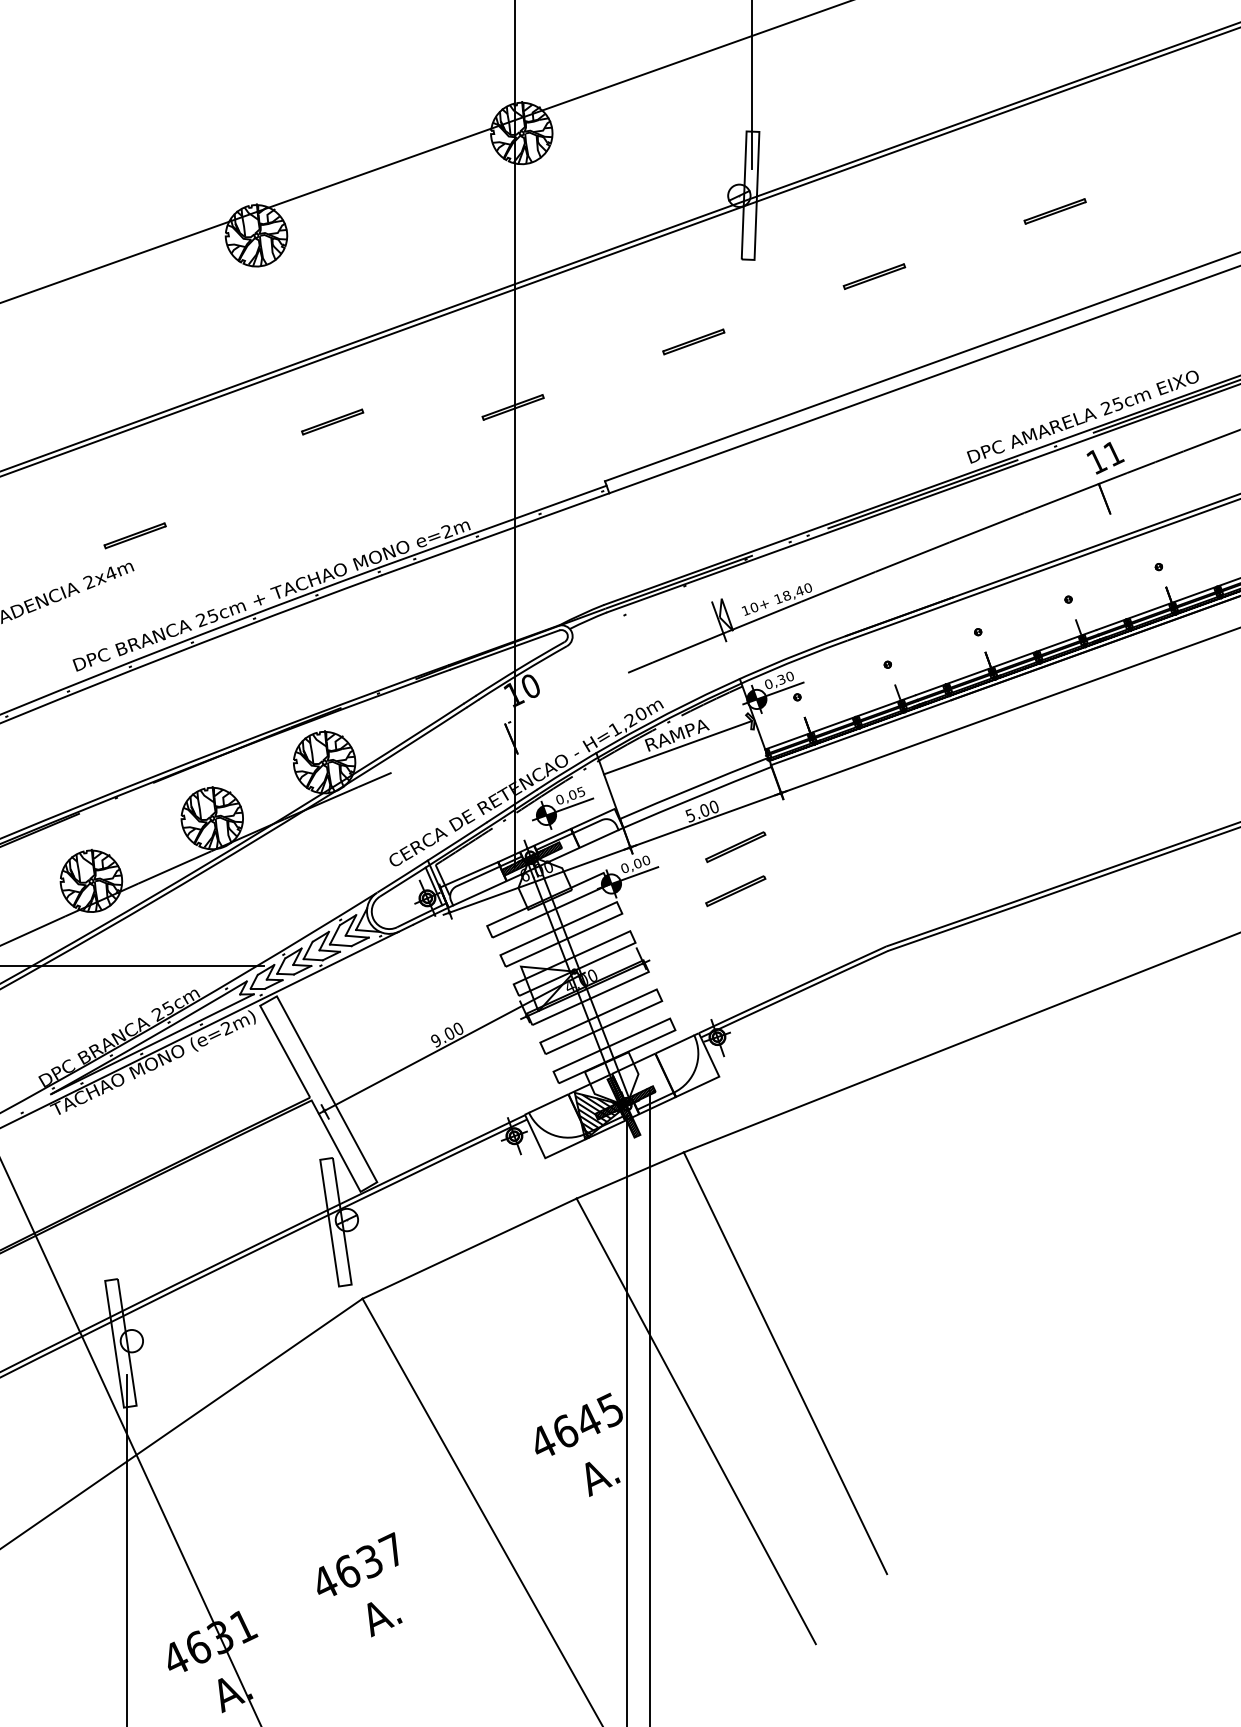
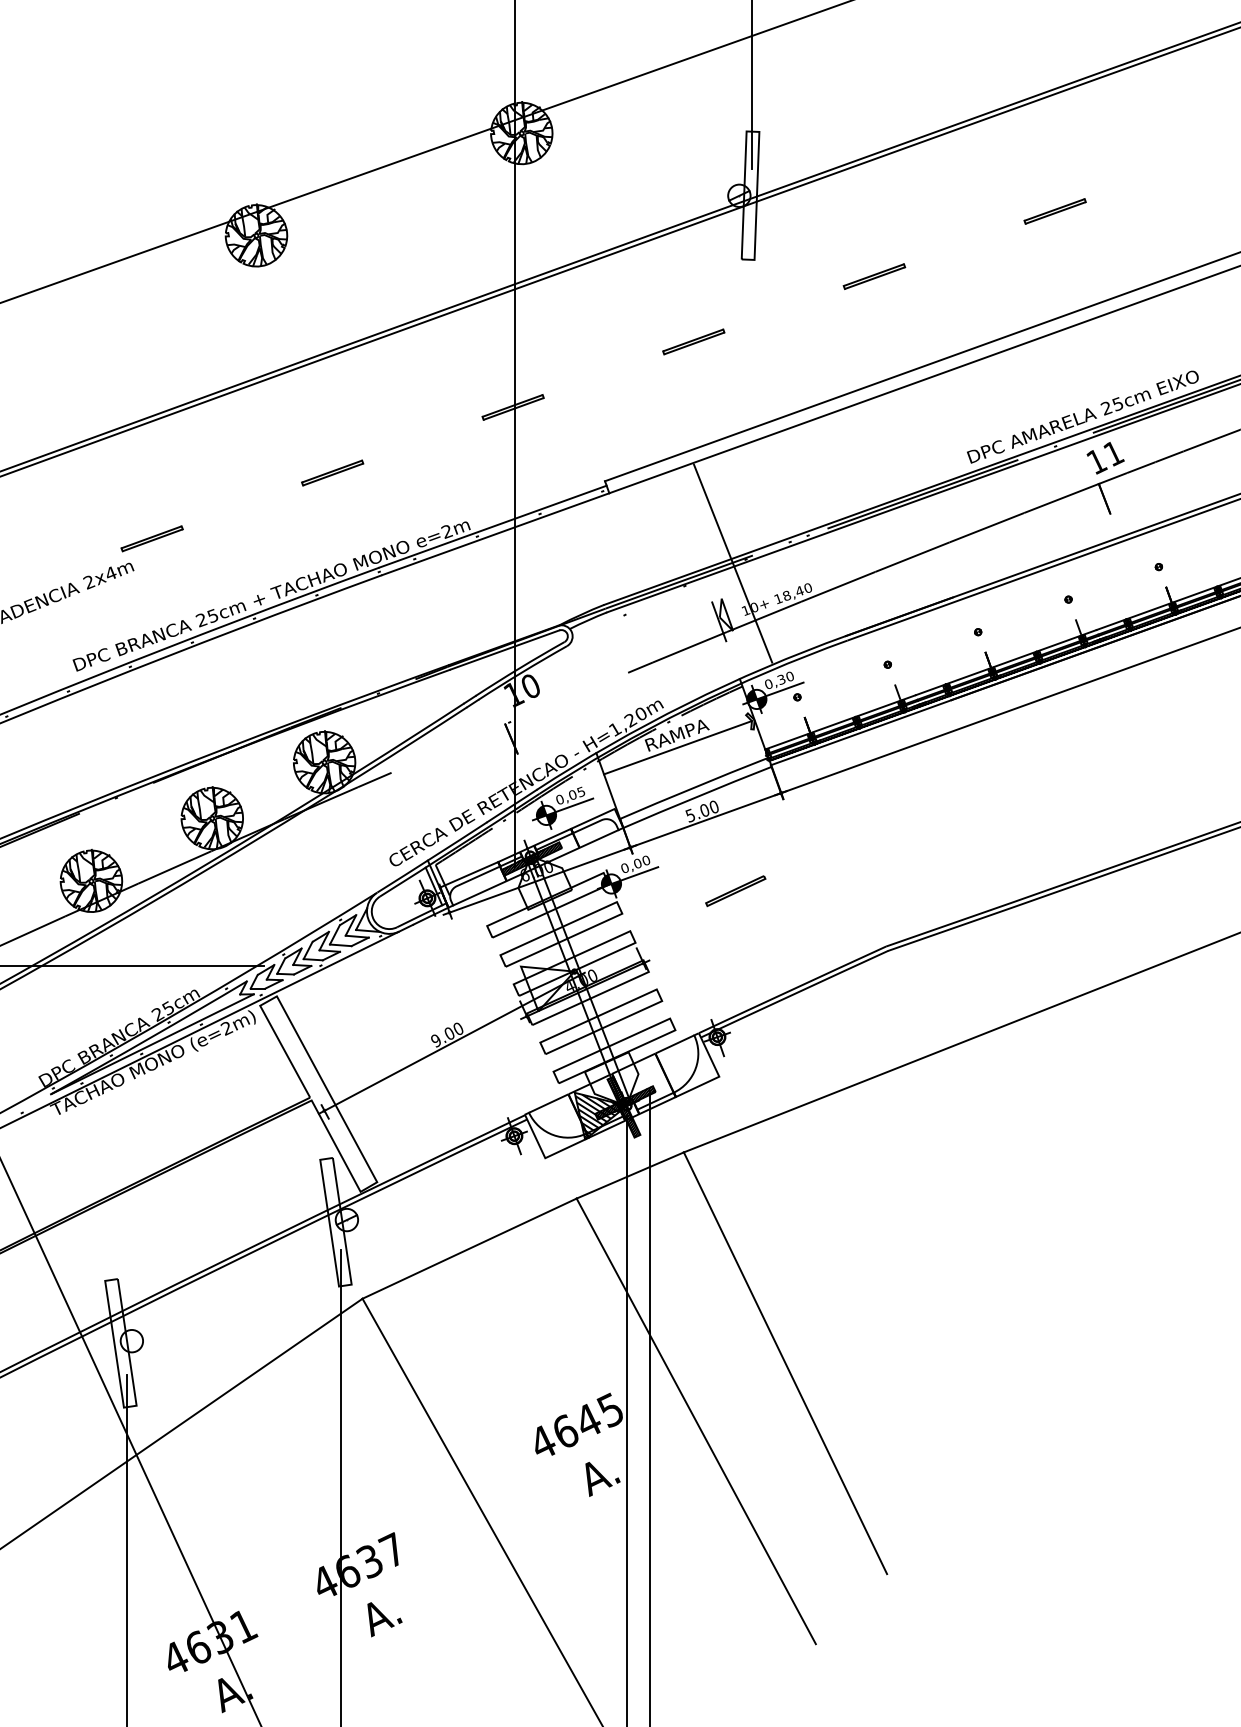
part at (332, 421) position: (332, 421) -> (332, 472)
part at (134, 535) position: (134, 535) -> (151, 538)
line at (733, 563): none -> present
part at (735, 847): present -> none
line at (340, 1486): none -> present
